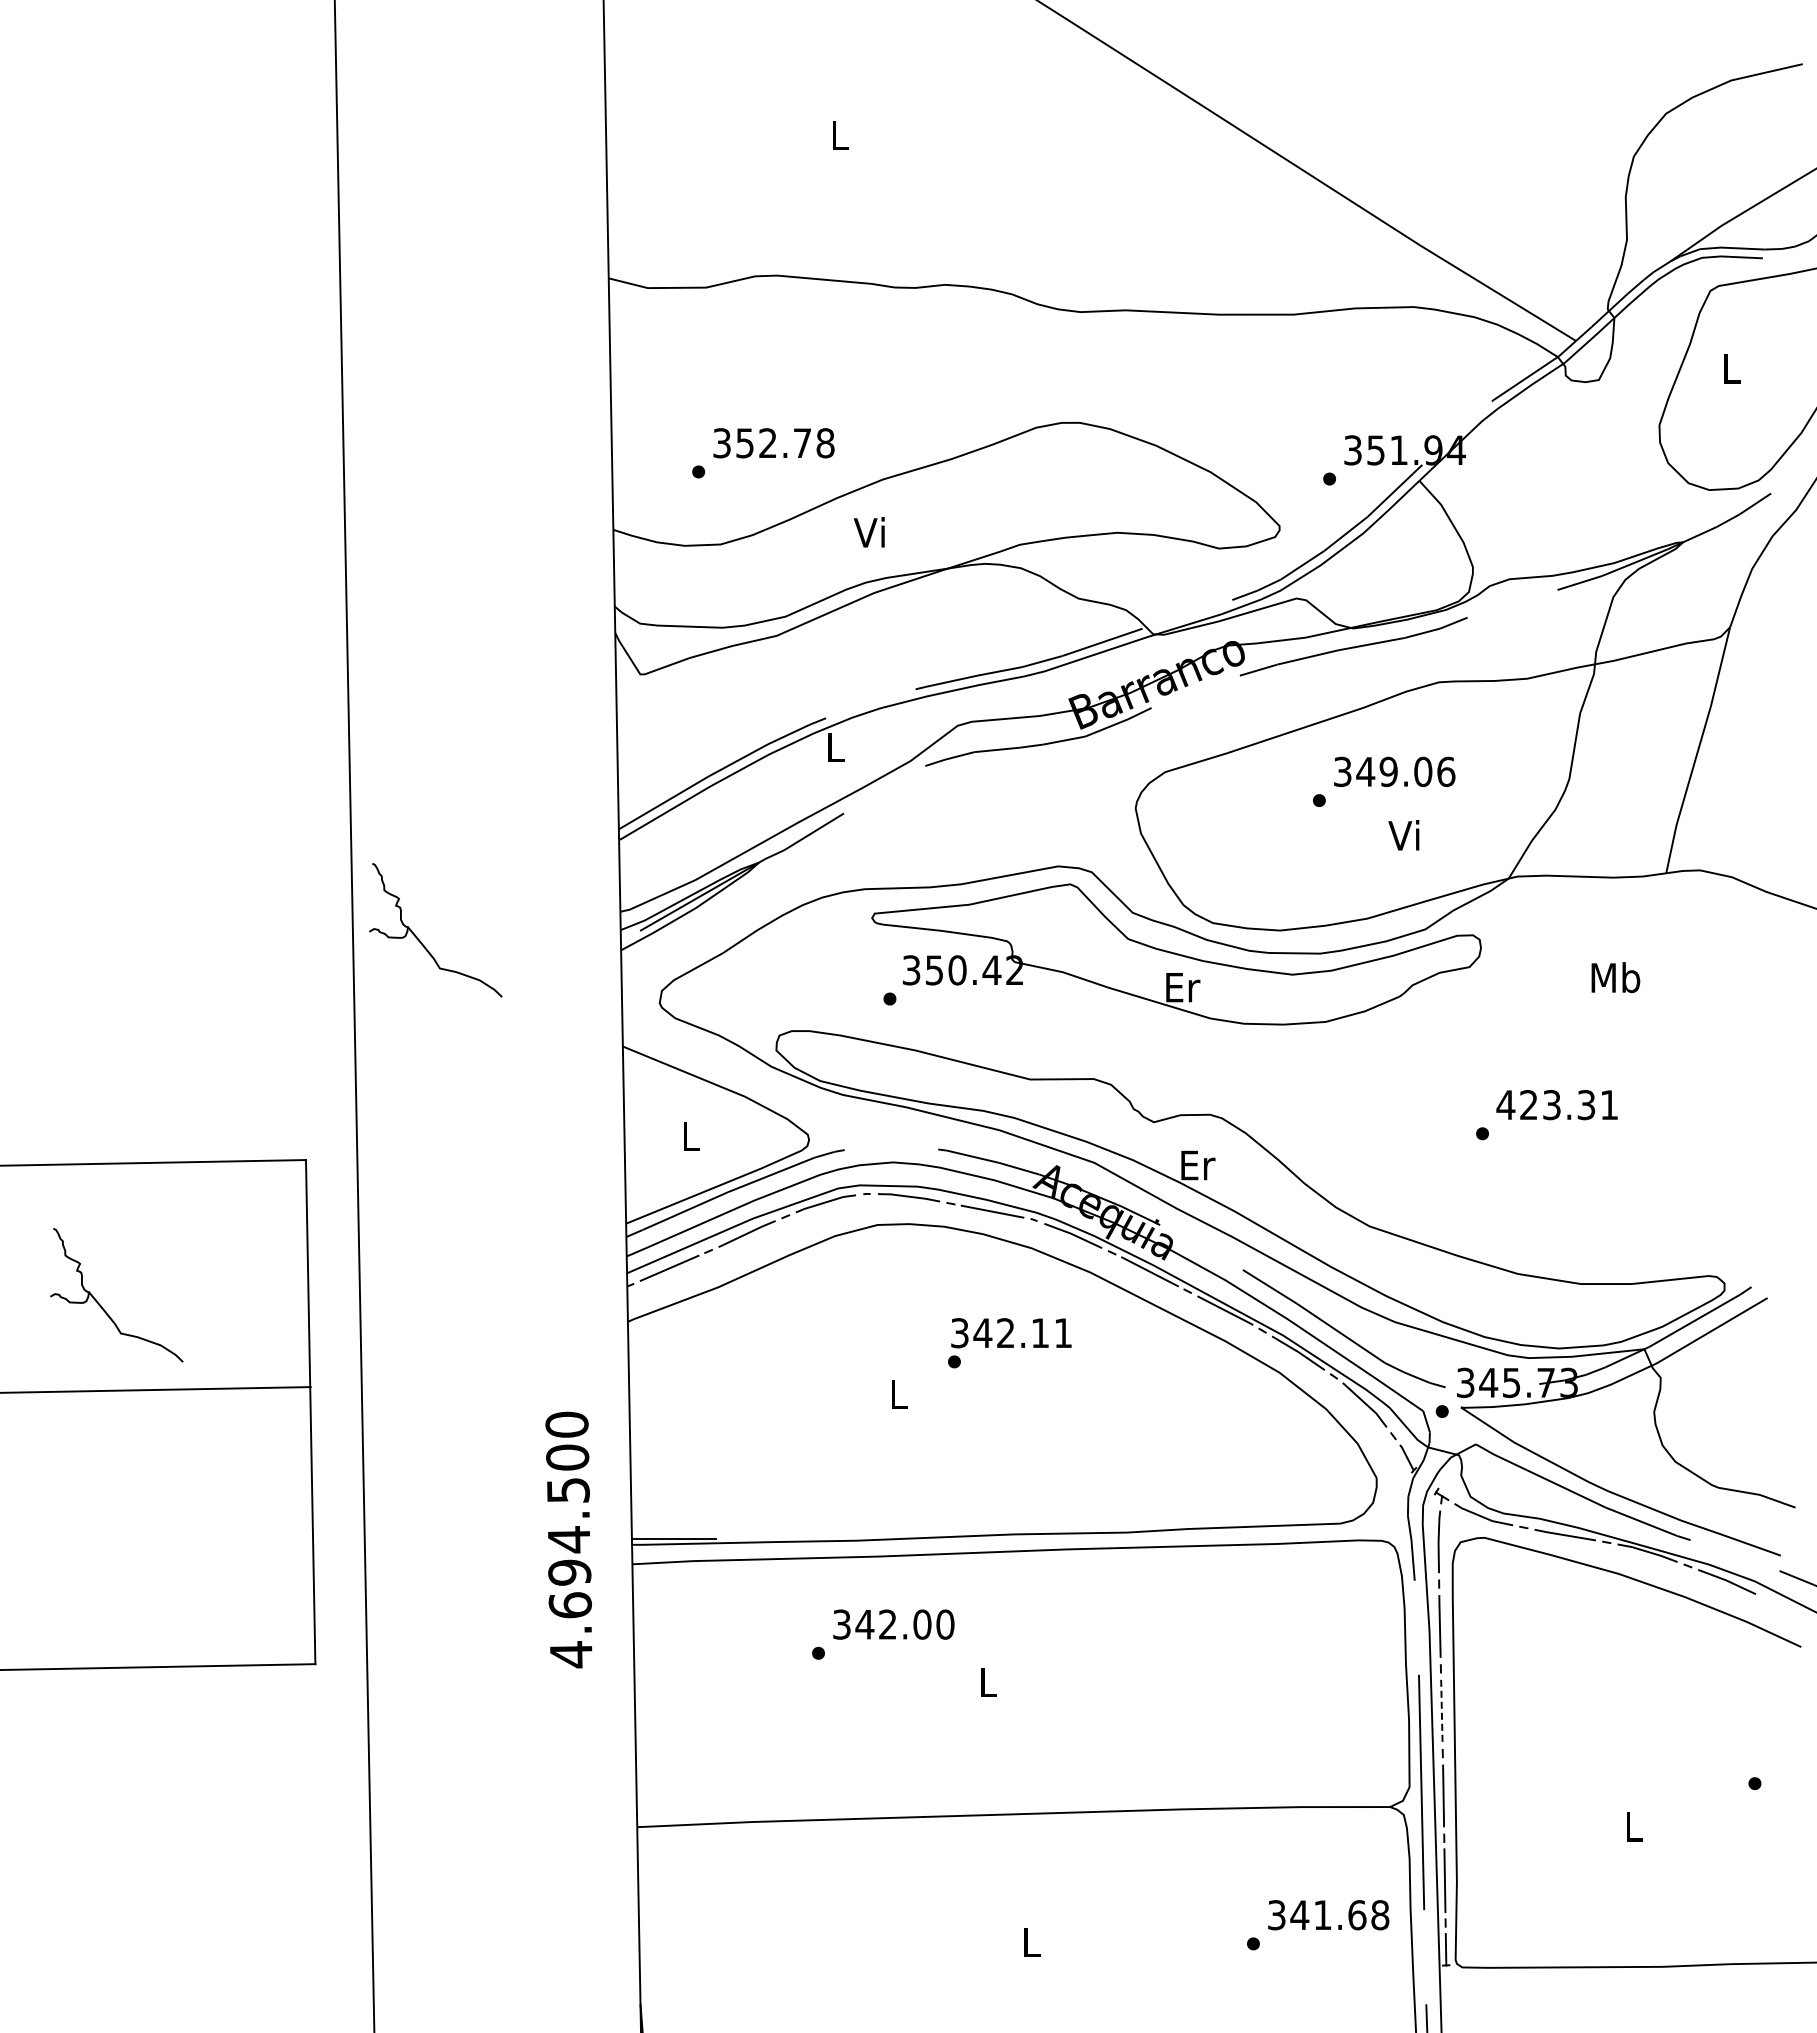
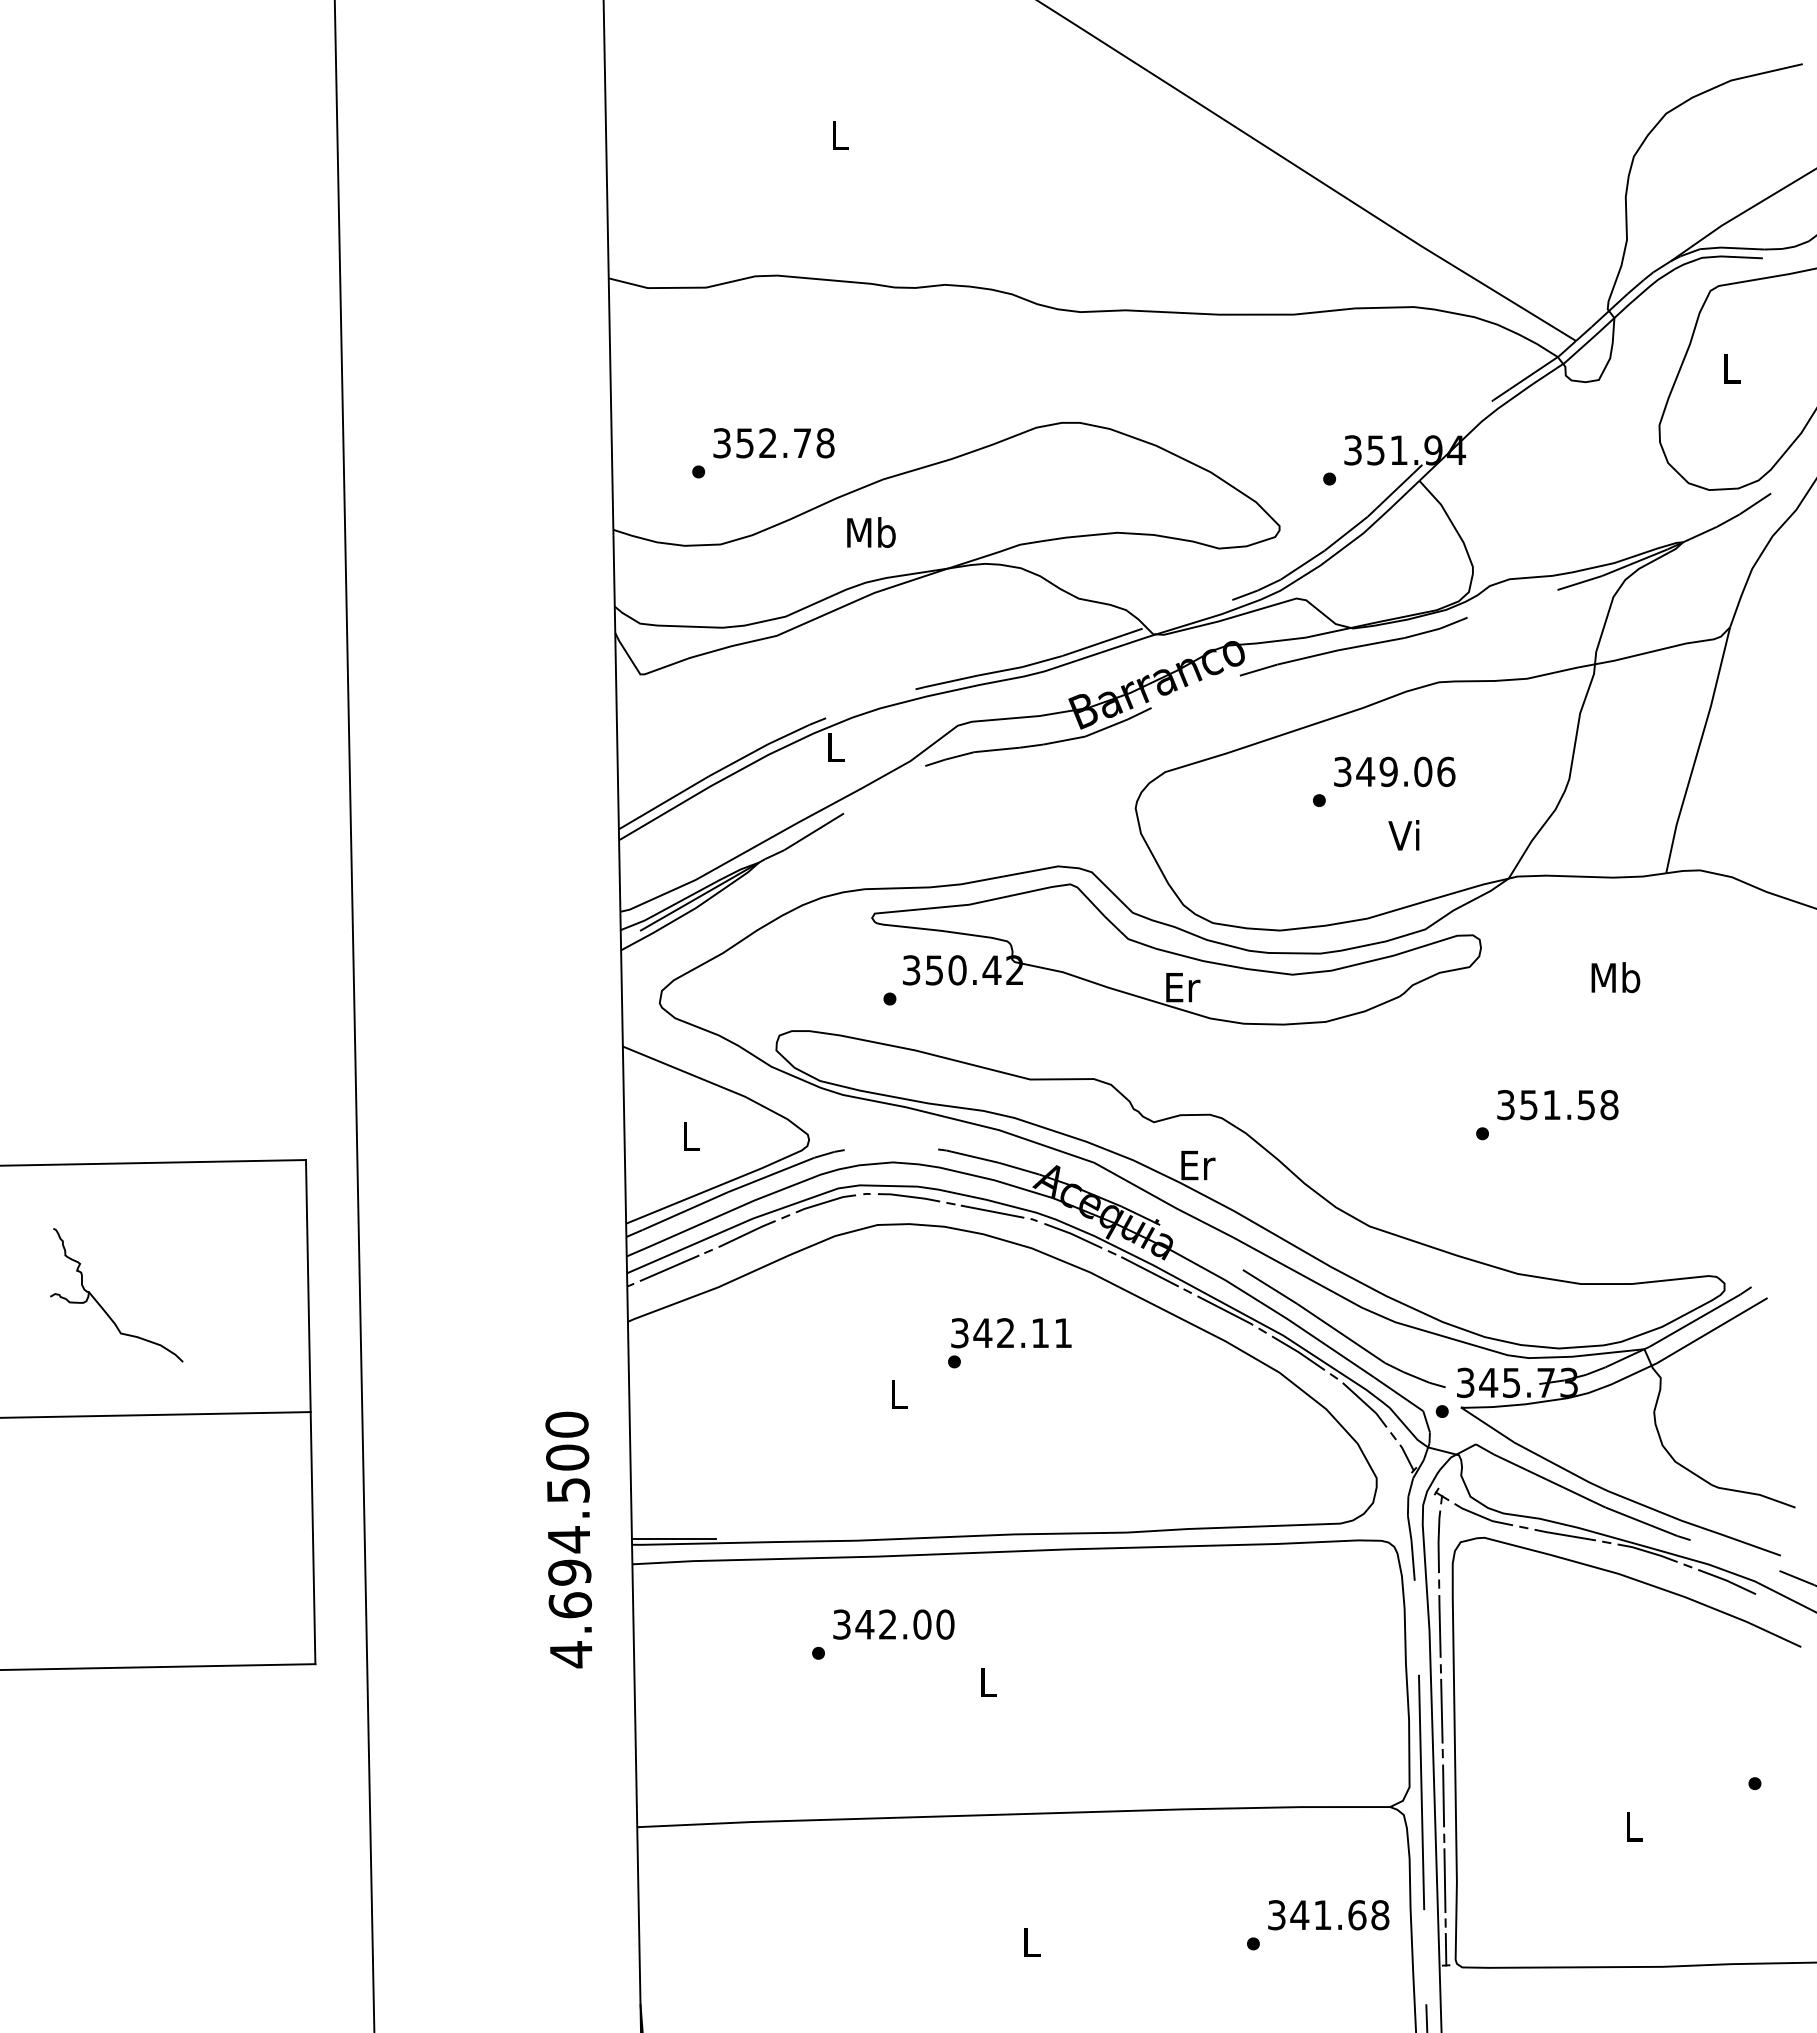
text at (871, 532): Vi -> Mb
part at (421, 941): present -> none
text at (1557, 1105): 423.31 -> 351.58
line at (156, 1389) position: (156, 1389) -> (156, 1414)
line at (1441, 1711): dashed -> solid
